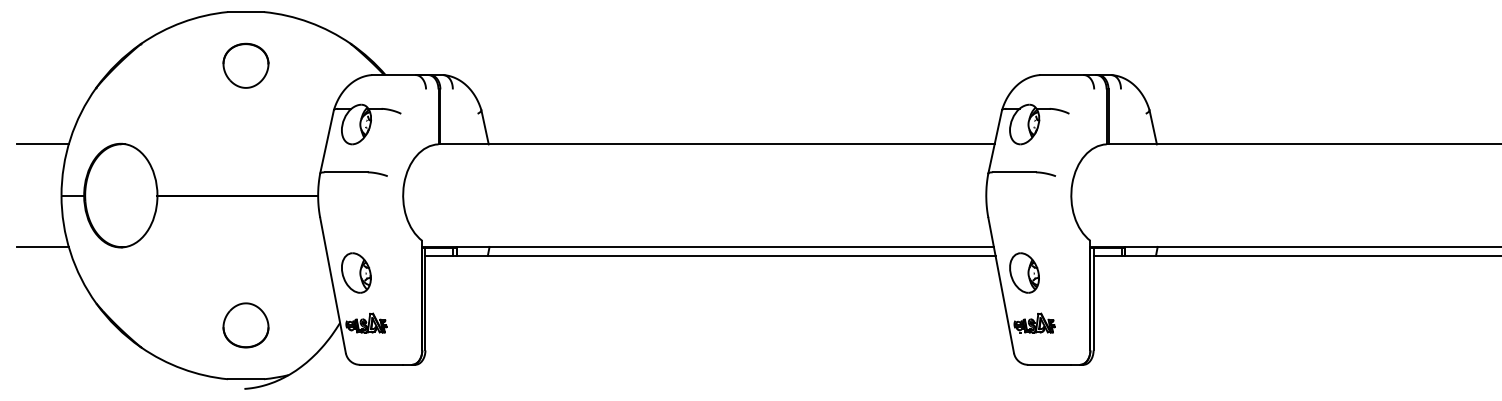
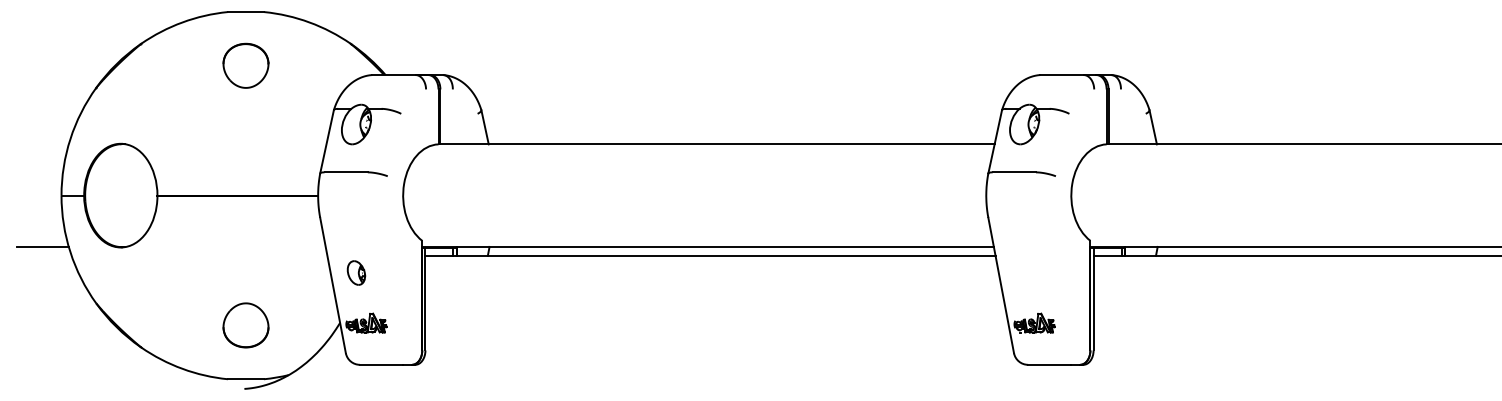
line at (42, 144): present -> none
part at (356, 272) size: 31x42 px -> 21x26 px
part at (1024, 272): present -> none
